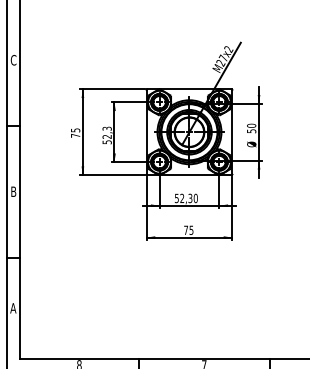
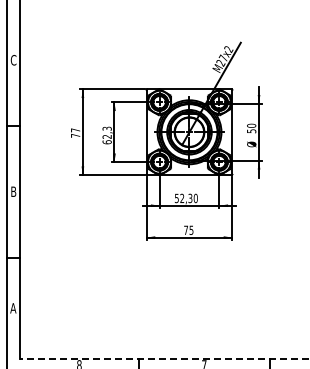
text at (75, 130): 75 -> 77
text at (106, 142): 52,3 -> 62,3
line at (164, 358): solid -> dashed
